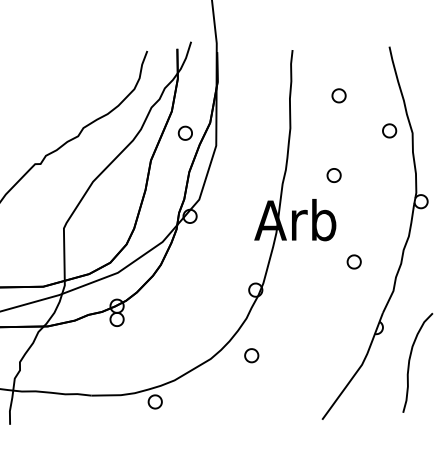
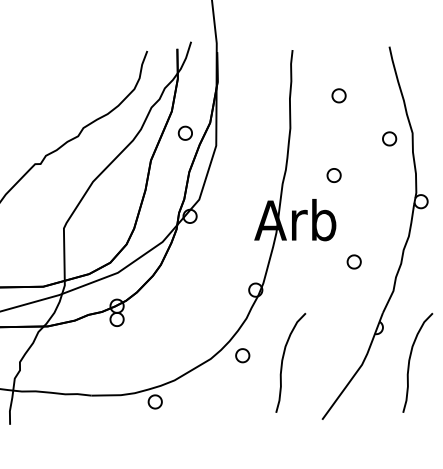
part at (389, 130) position: (389, 130) -> (389, 138)
part at (251, 355) position: (251, 355) -> (242, 355)
curve at (283, 361): none -> present
